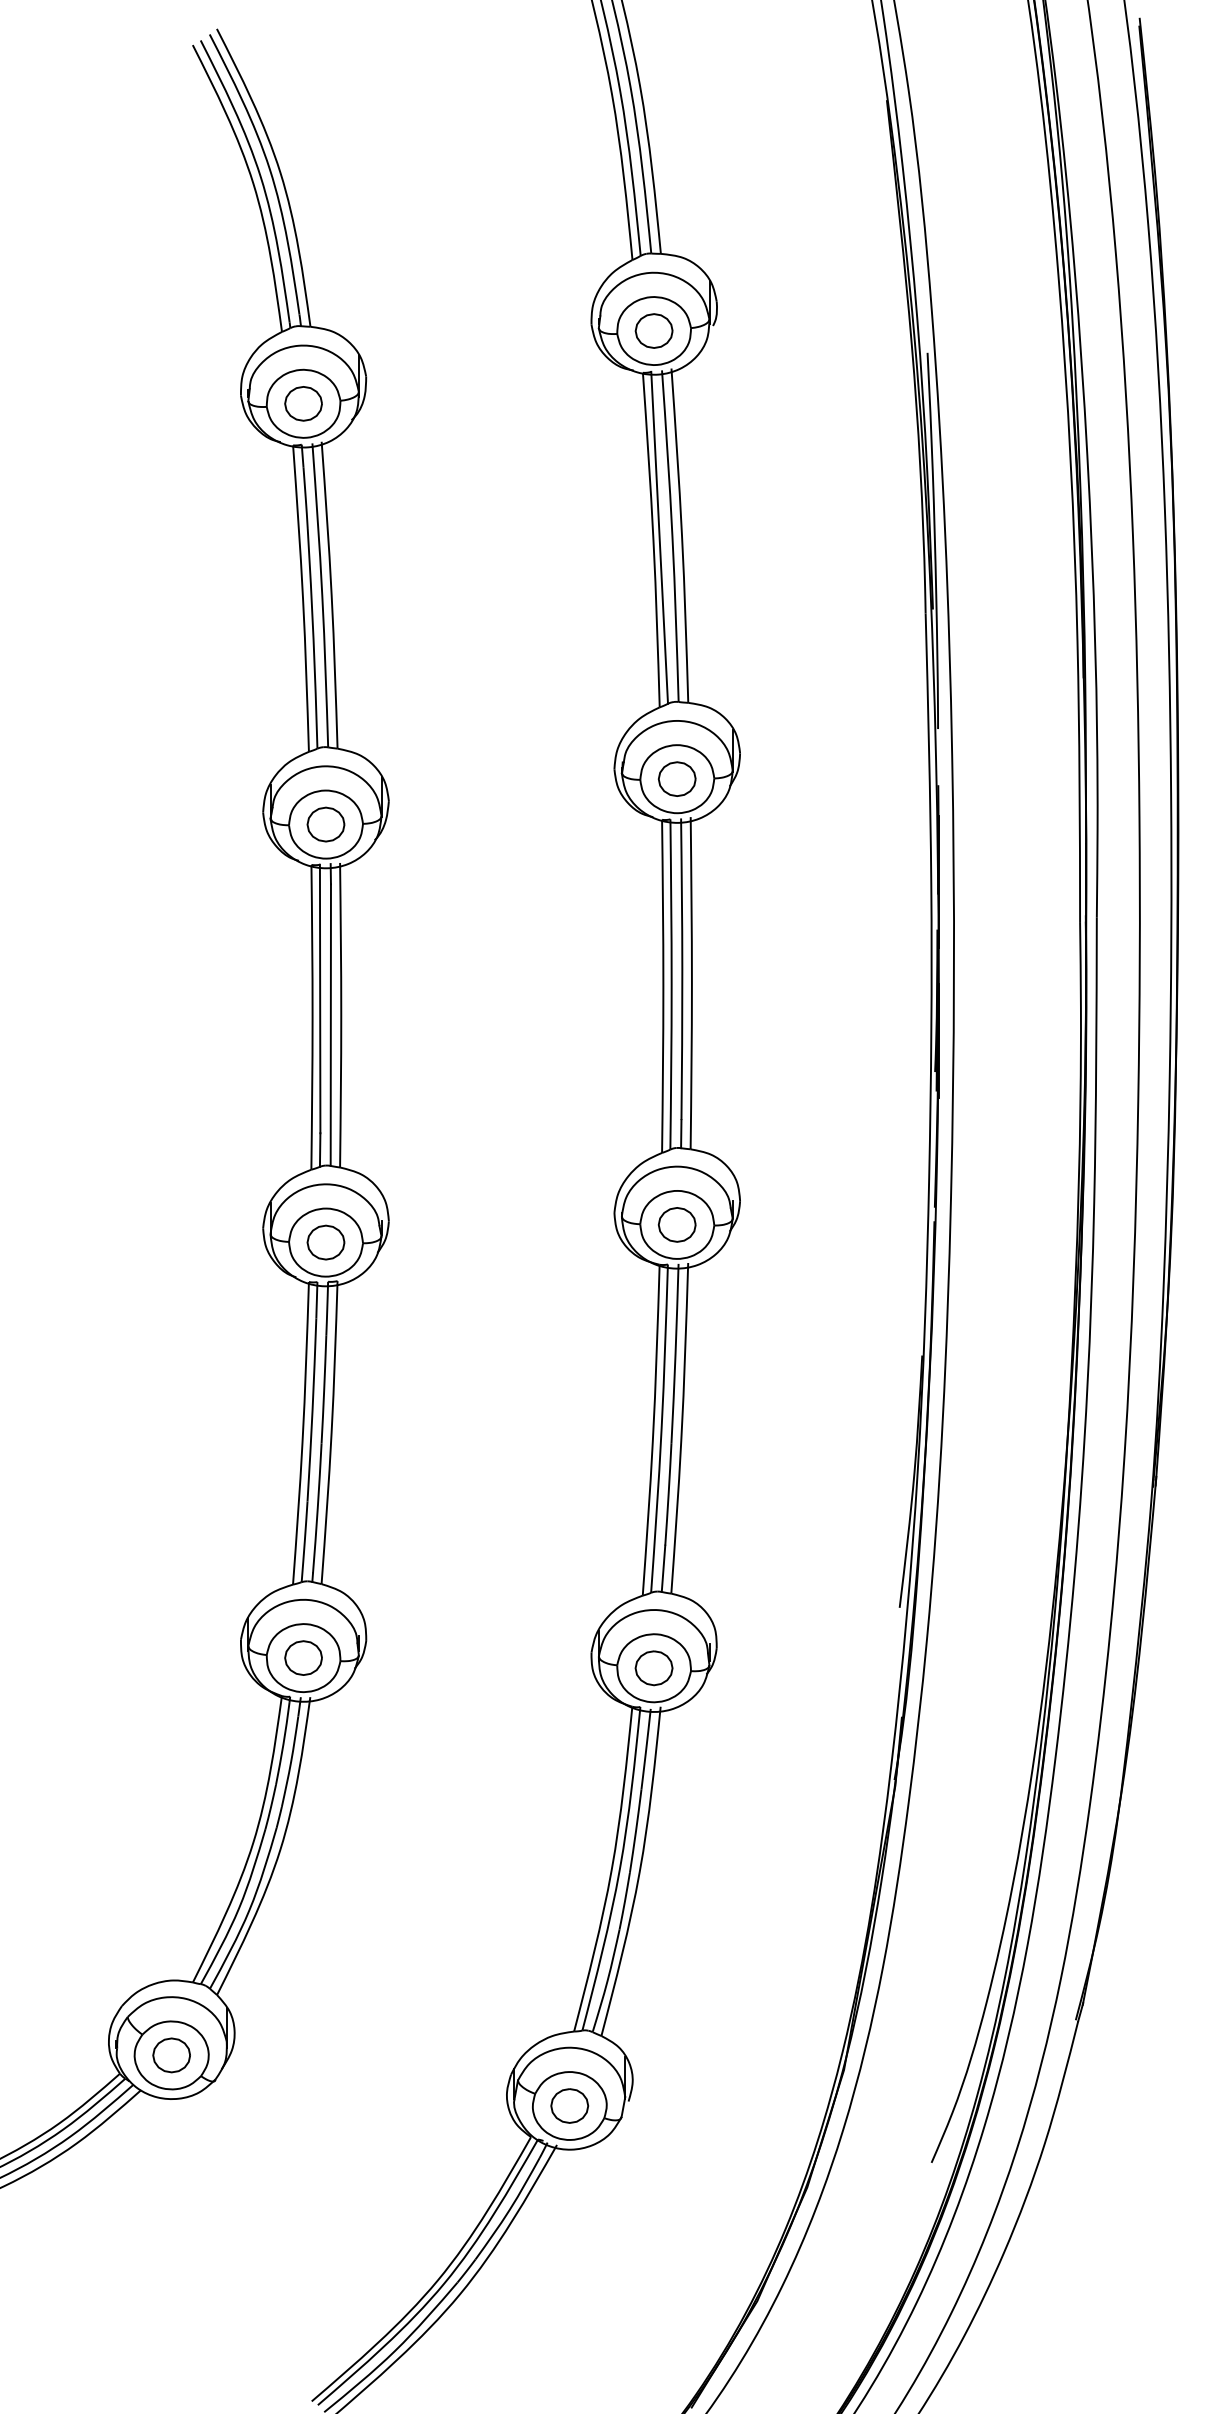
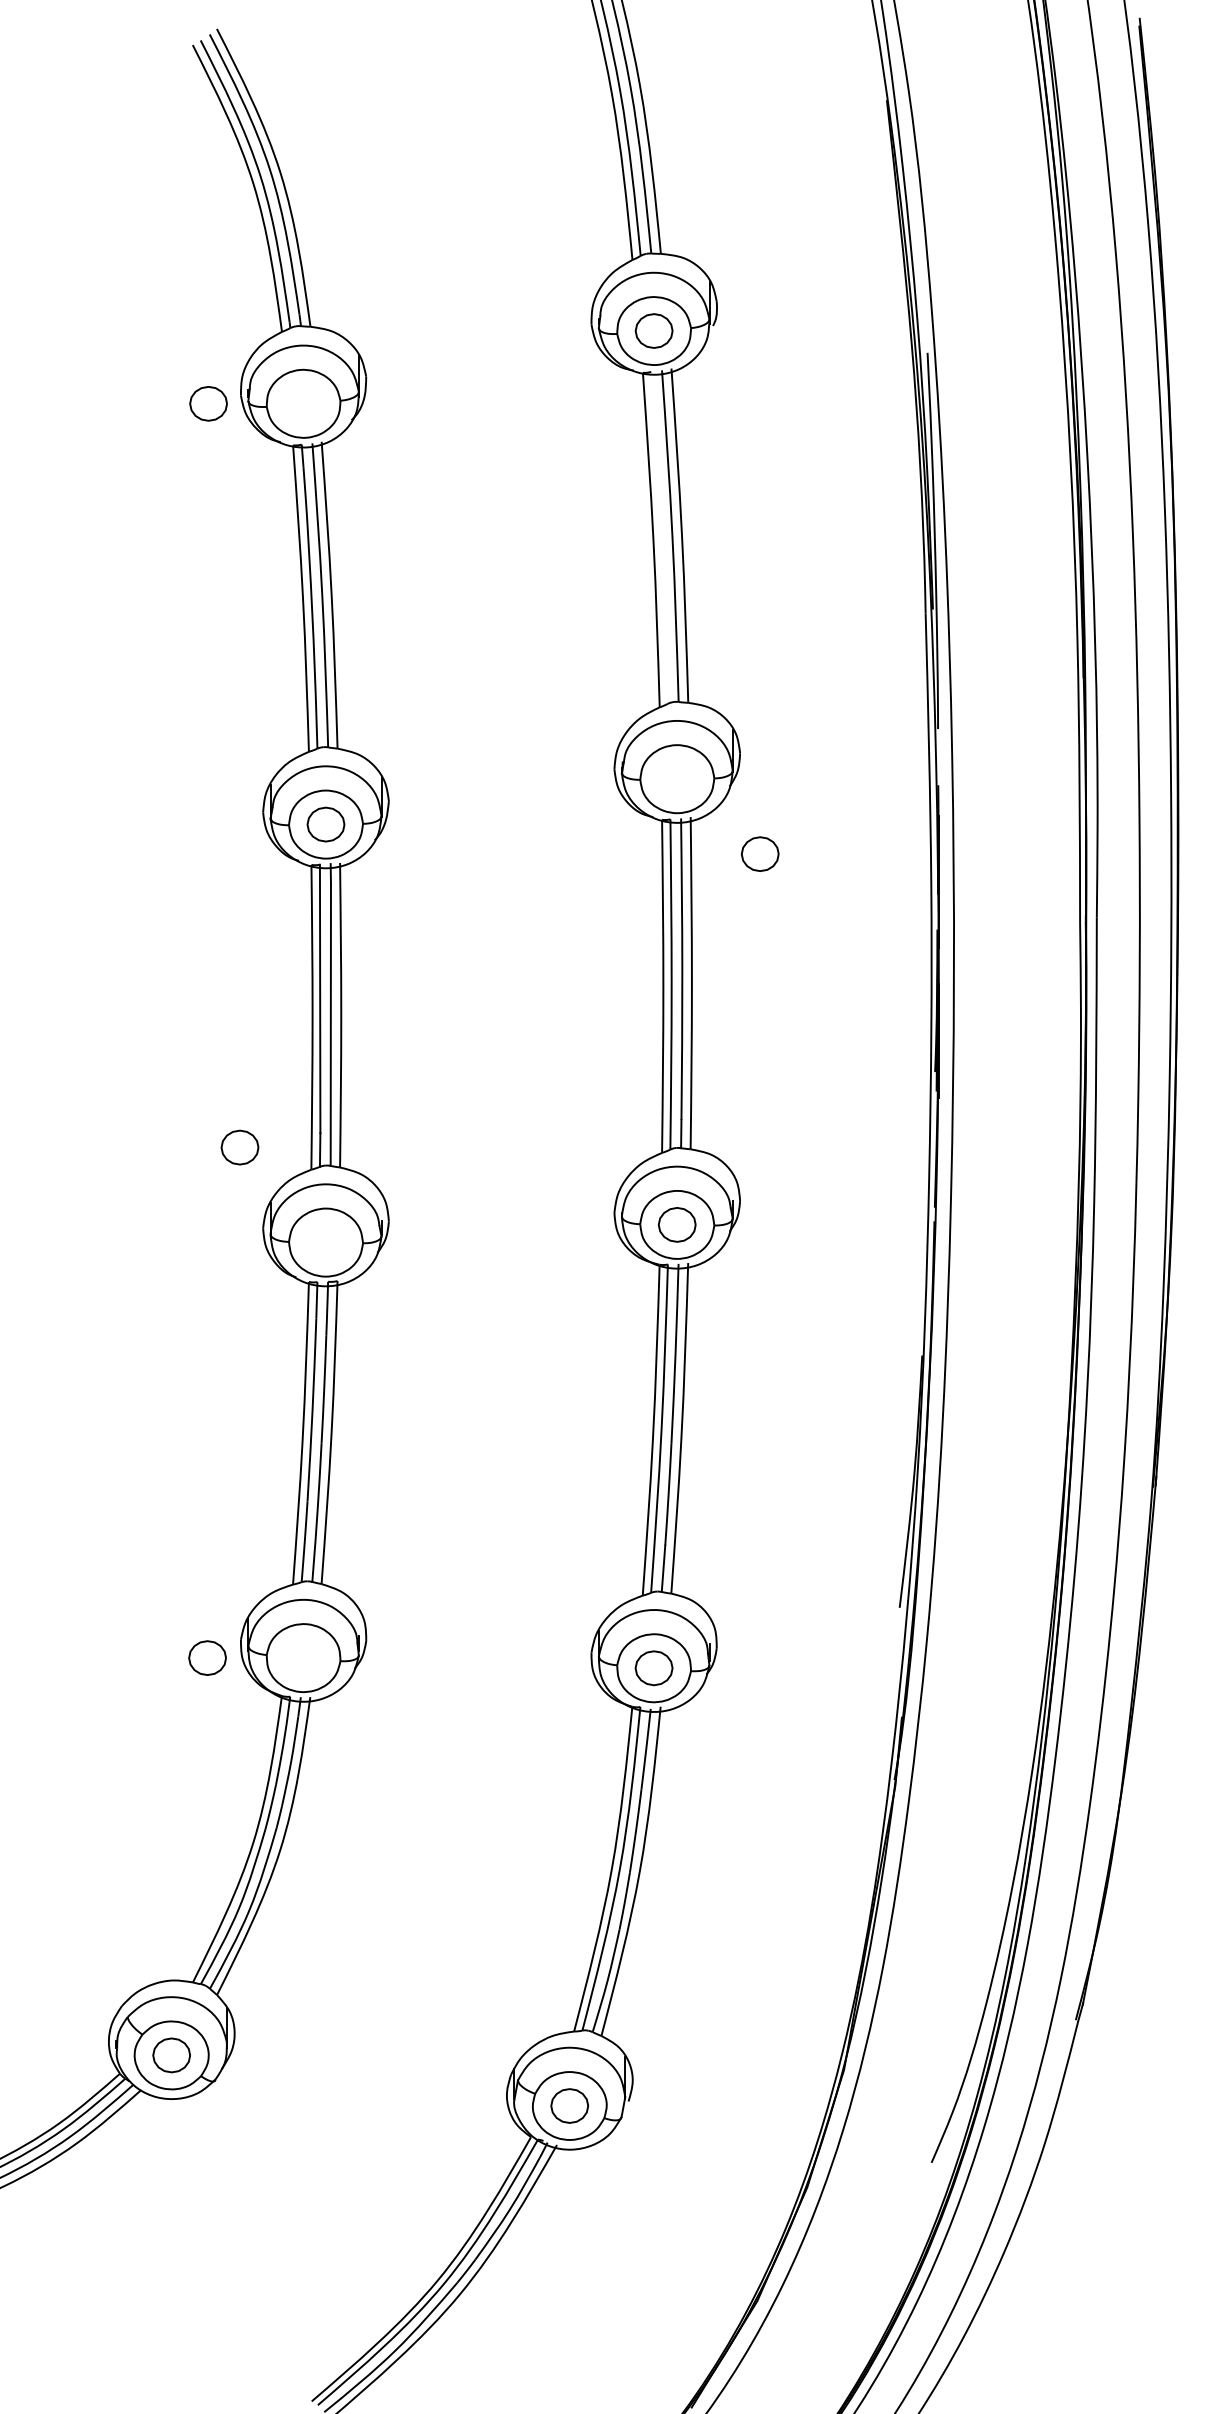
part at (303, 403) position: (303, 403) -> (208, 403)
line at (659, 537): present -> none
part at (676, 778) position: (676, 778) -> (759, 853)
part at (325, 1242) position: (325, 1242) -> (239, 1147)
part at (303, 1657) position: (303, 1657) -> (207, 1657)
